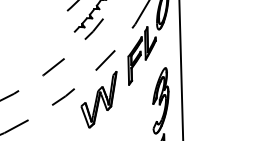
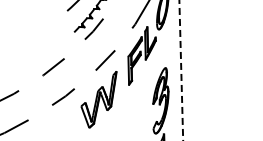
line at (181, 70): solid -> dashed
